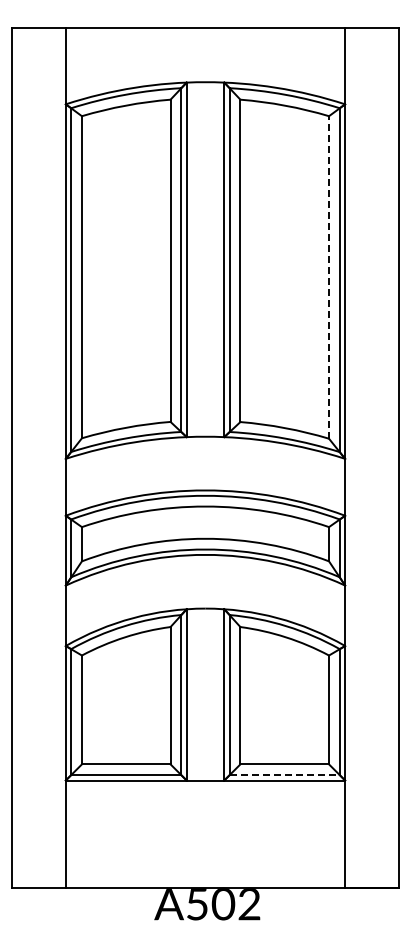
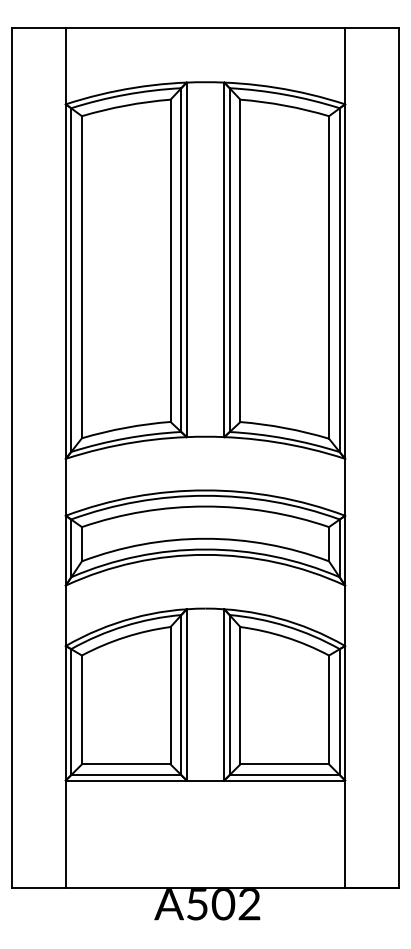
line at (329, 276): dashed -> solid
line at (285, 775): dashed -> solid
